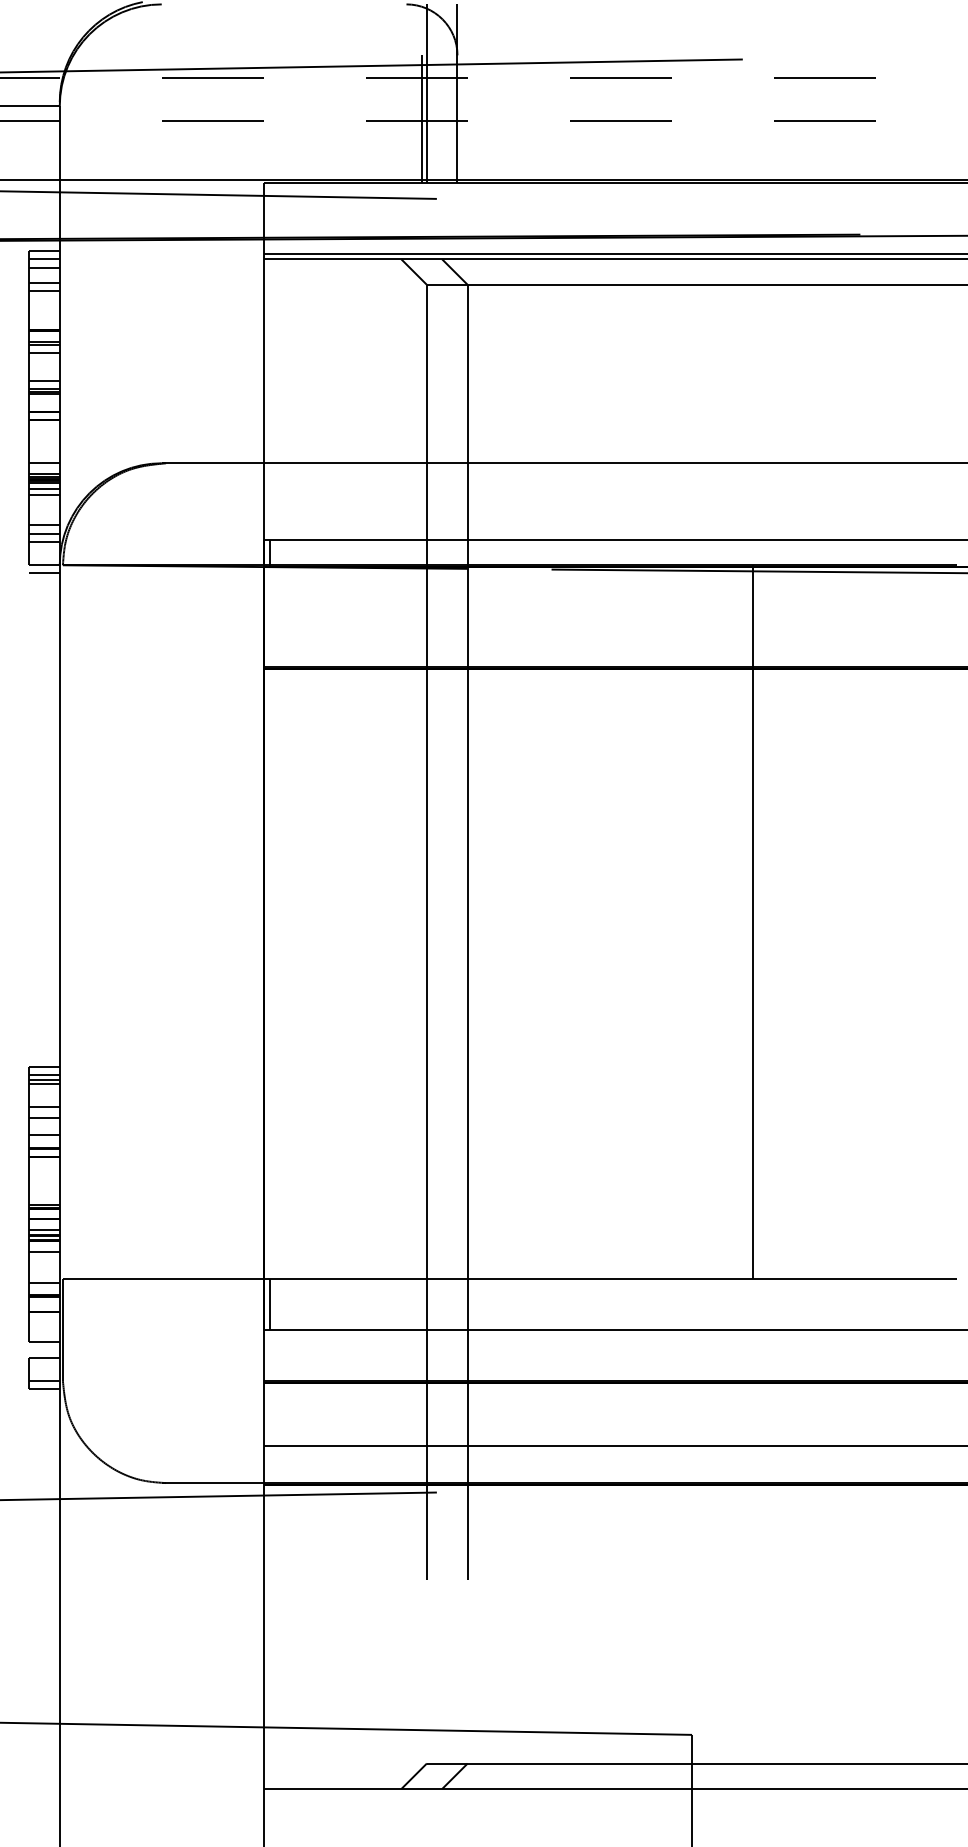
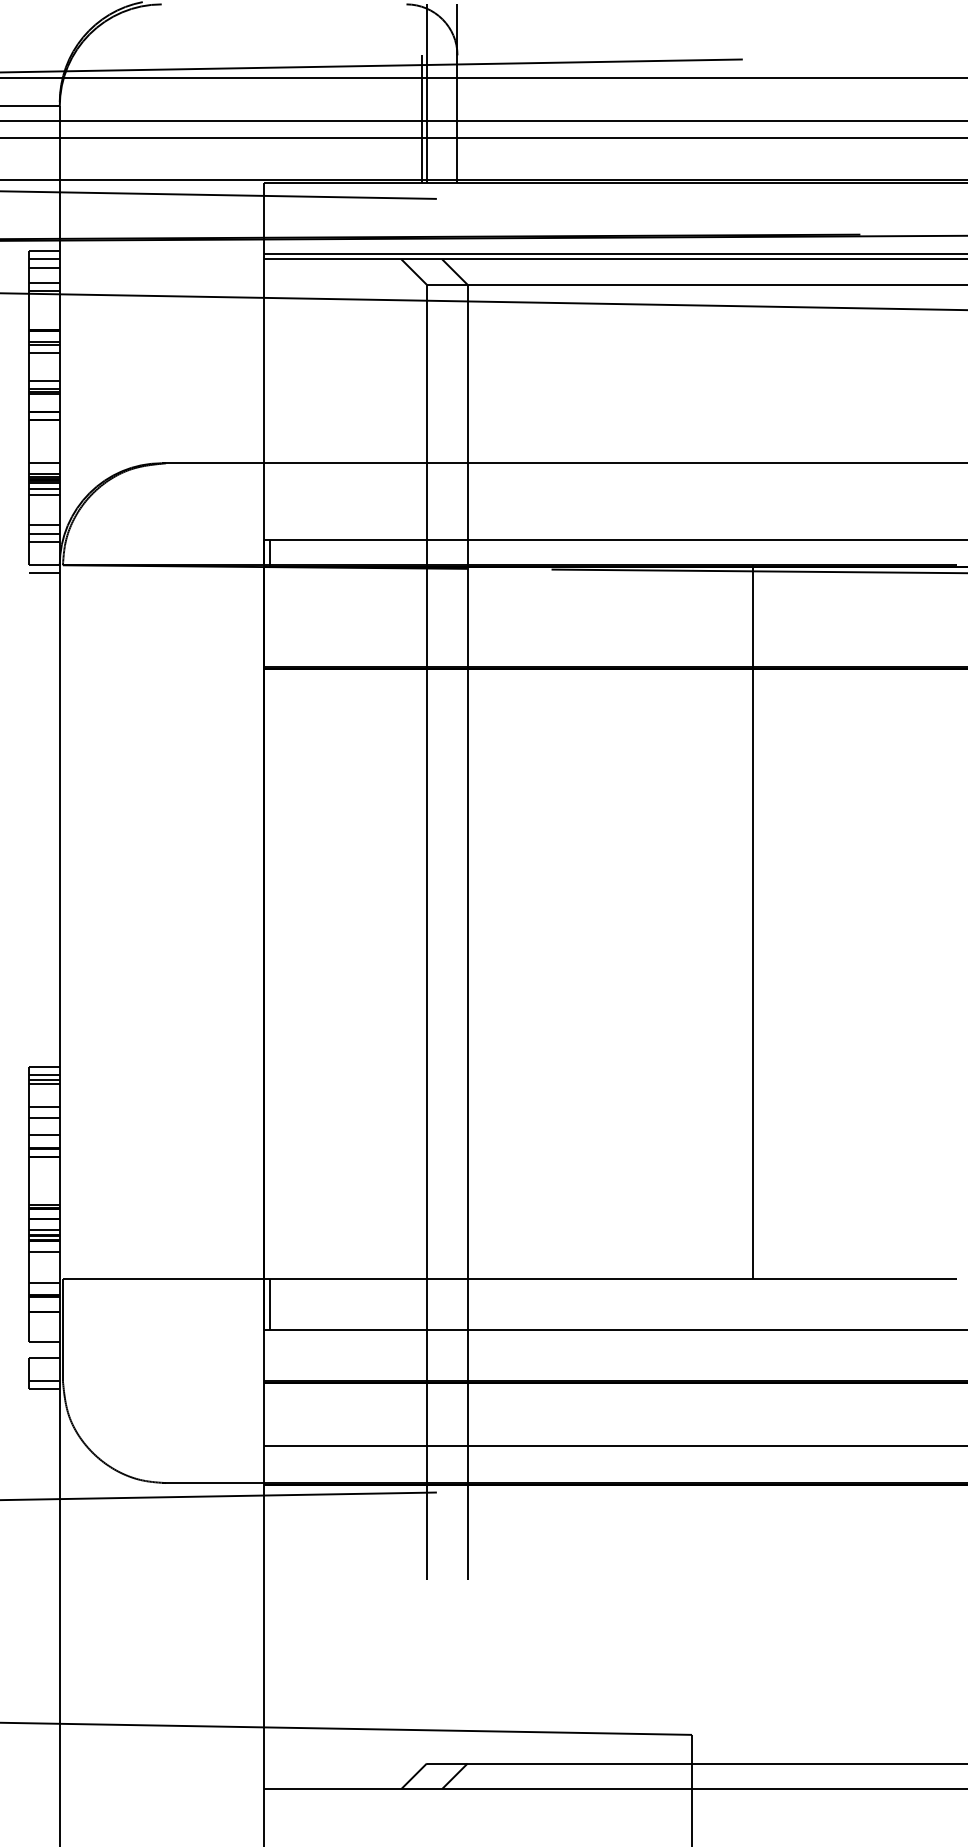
line at (483, 78): dashed -> solid
line at (483, 121): dashed -> solid
line at (483, 137): none -> present
line at (483, 301): none -> present
